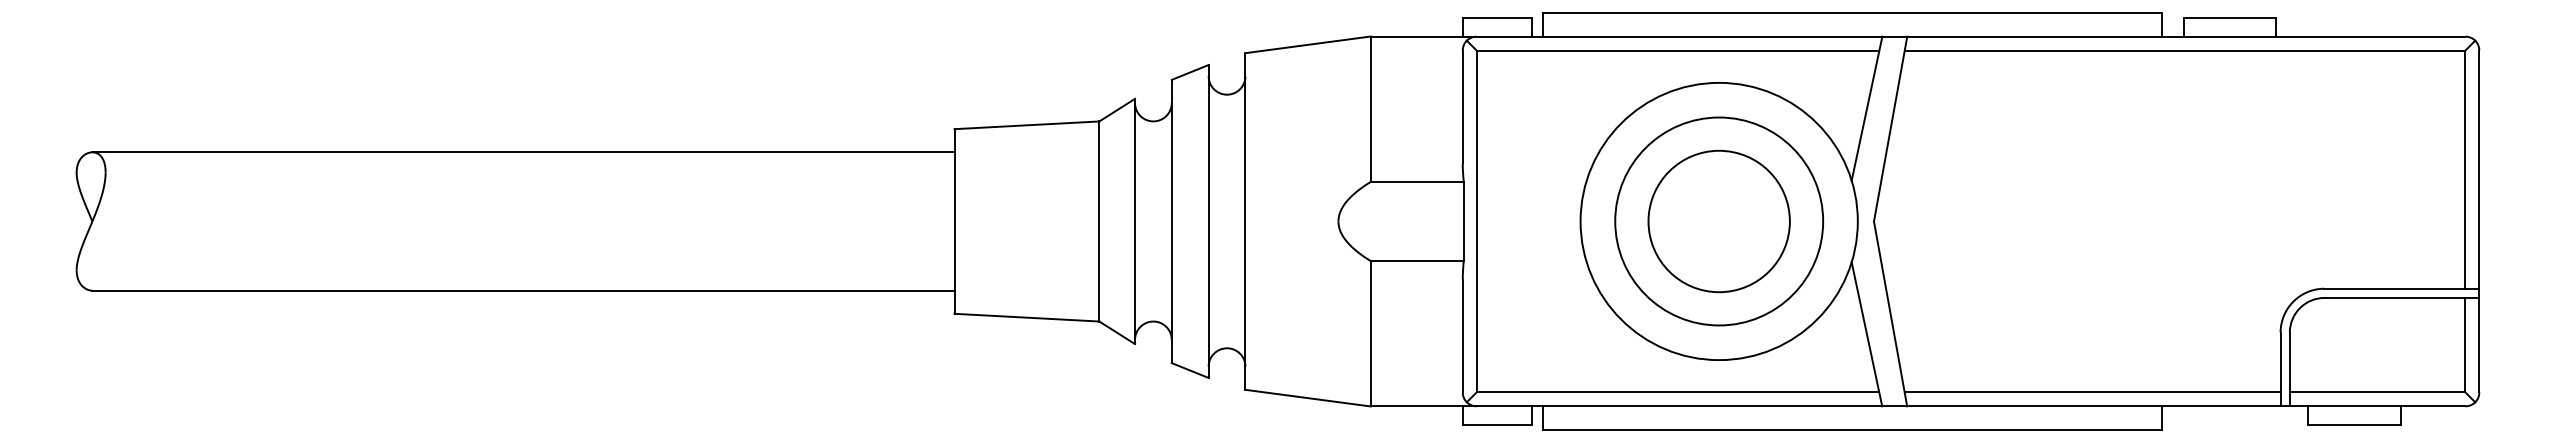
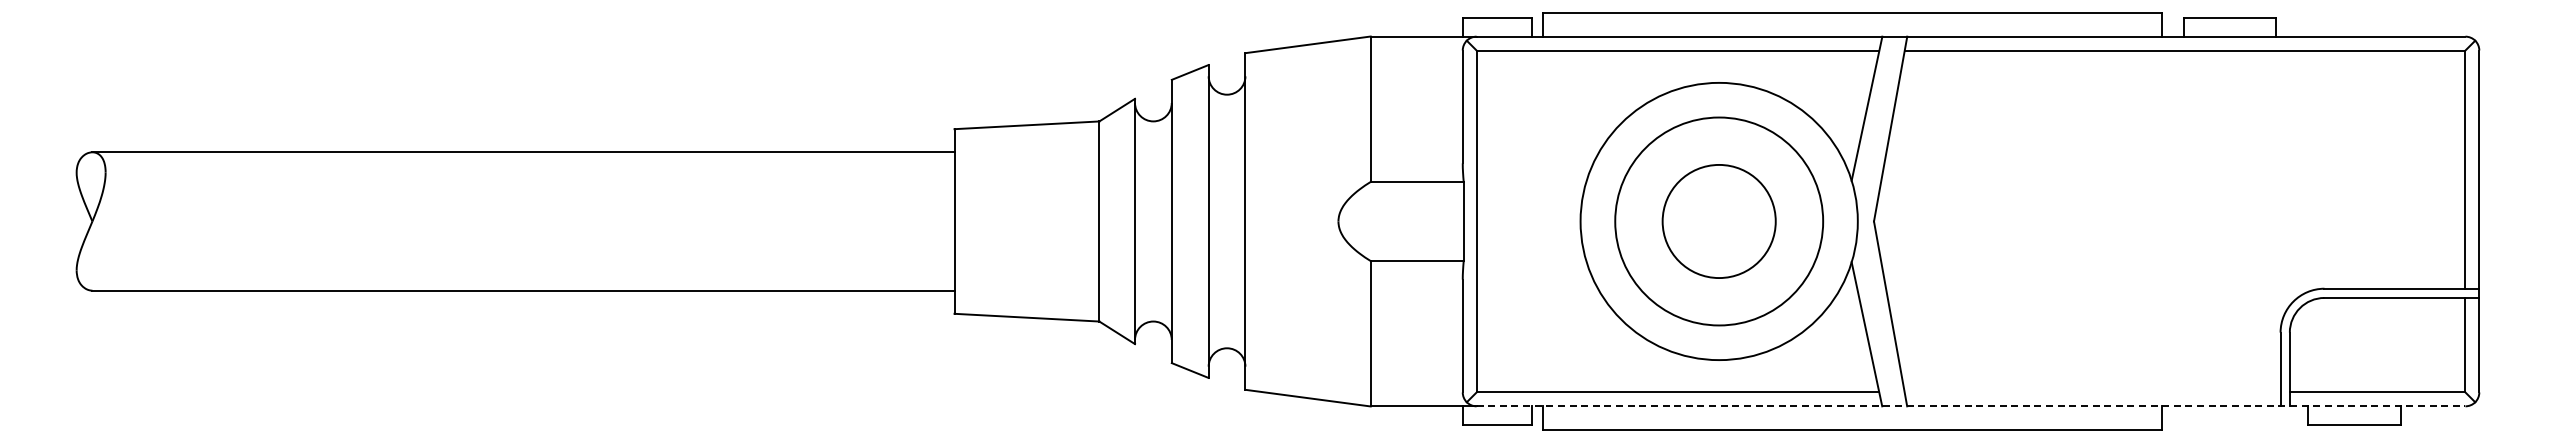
circle at (1718, 221) diameter: 141 px -> 113 px
line at (2092, 392): present -> none
line at (1971, 406): solid -> dashed
